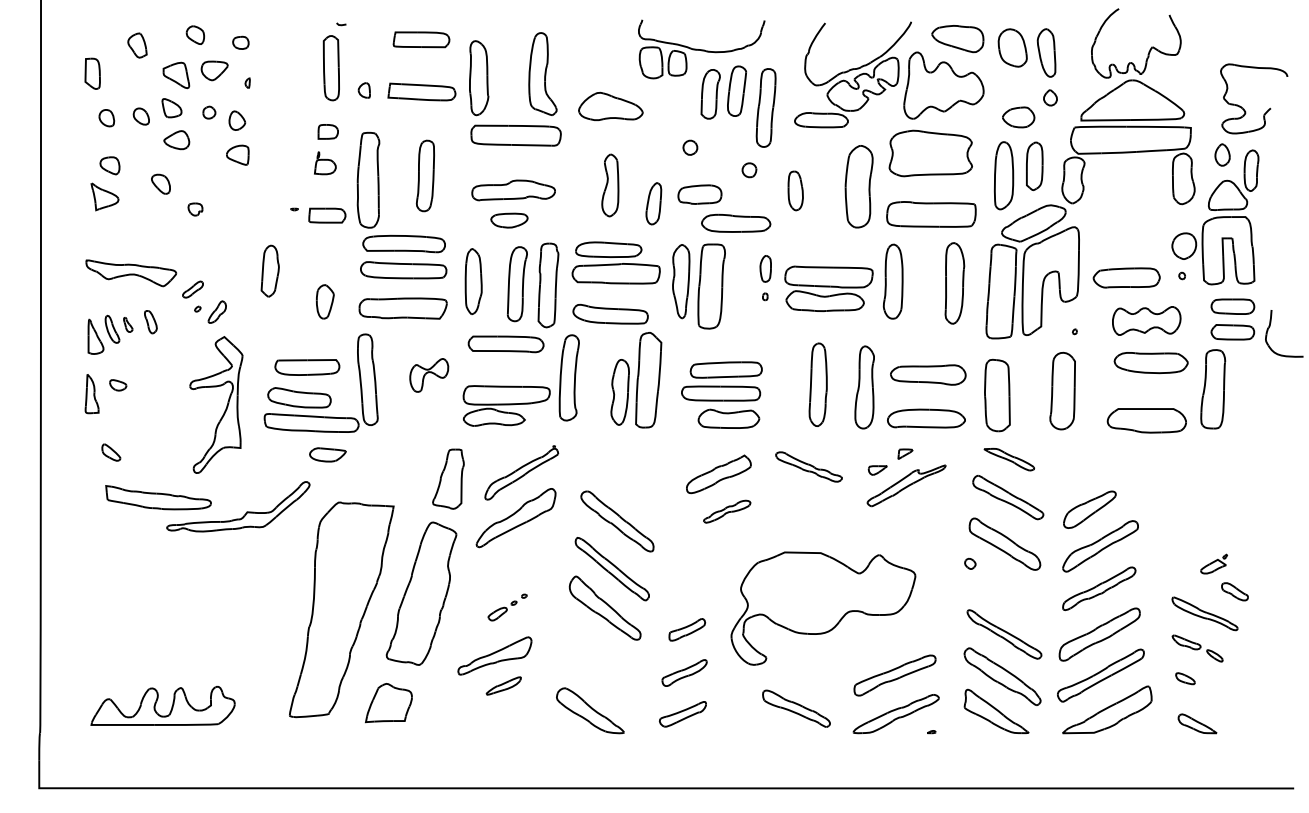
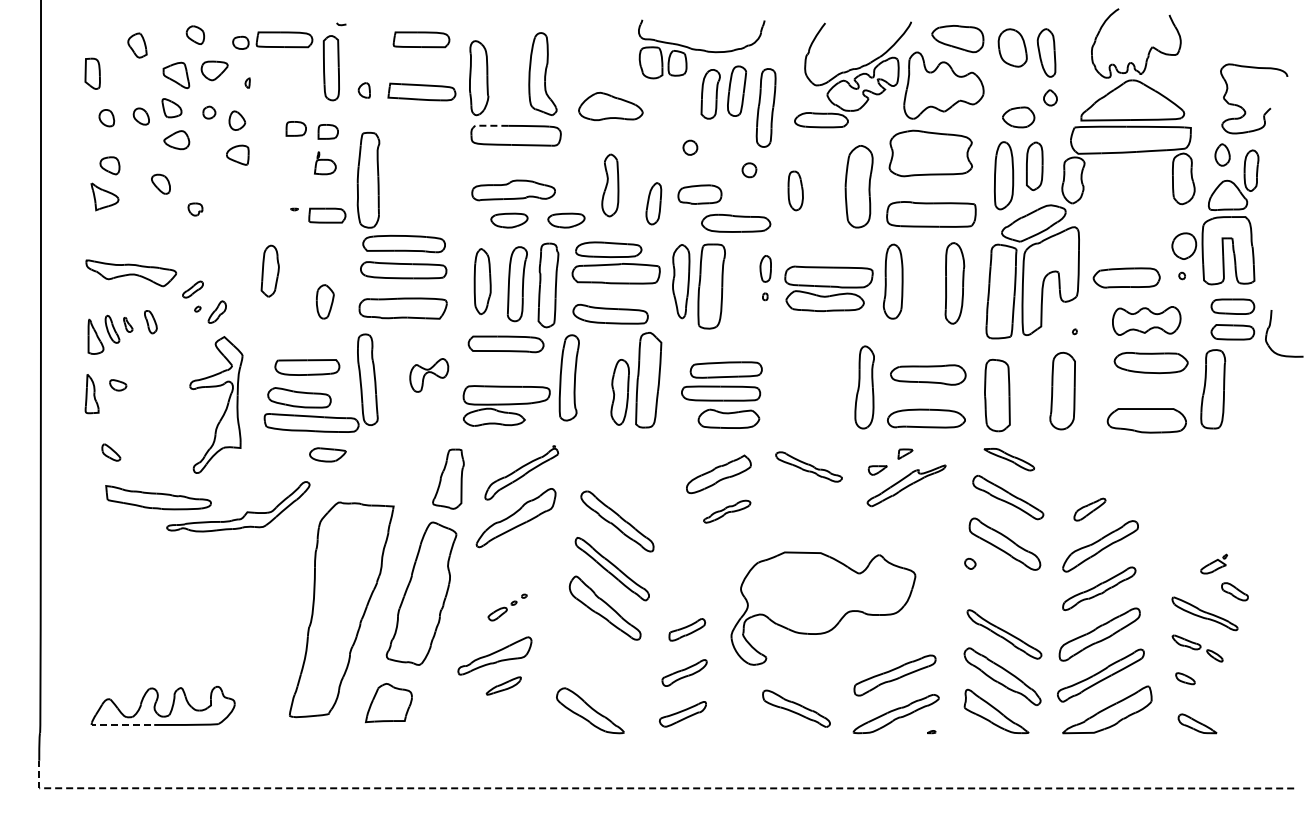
part at (284, 39): none -> present
line at (489, 125): solid -> dashed
part at (295, 128): none -> present
part at (424, 175): present -> none
part at (566, 220): none -> present
part at (473, 281) position: (473, 281) -> (482, 281)
part at (817, 384): present -> none
part at (1089, 509) size: 54x39 px -> 34x25 px
line at (121, 724): solid -> dashed
line at (652, 788): solid -> dashed
